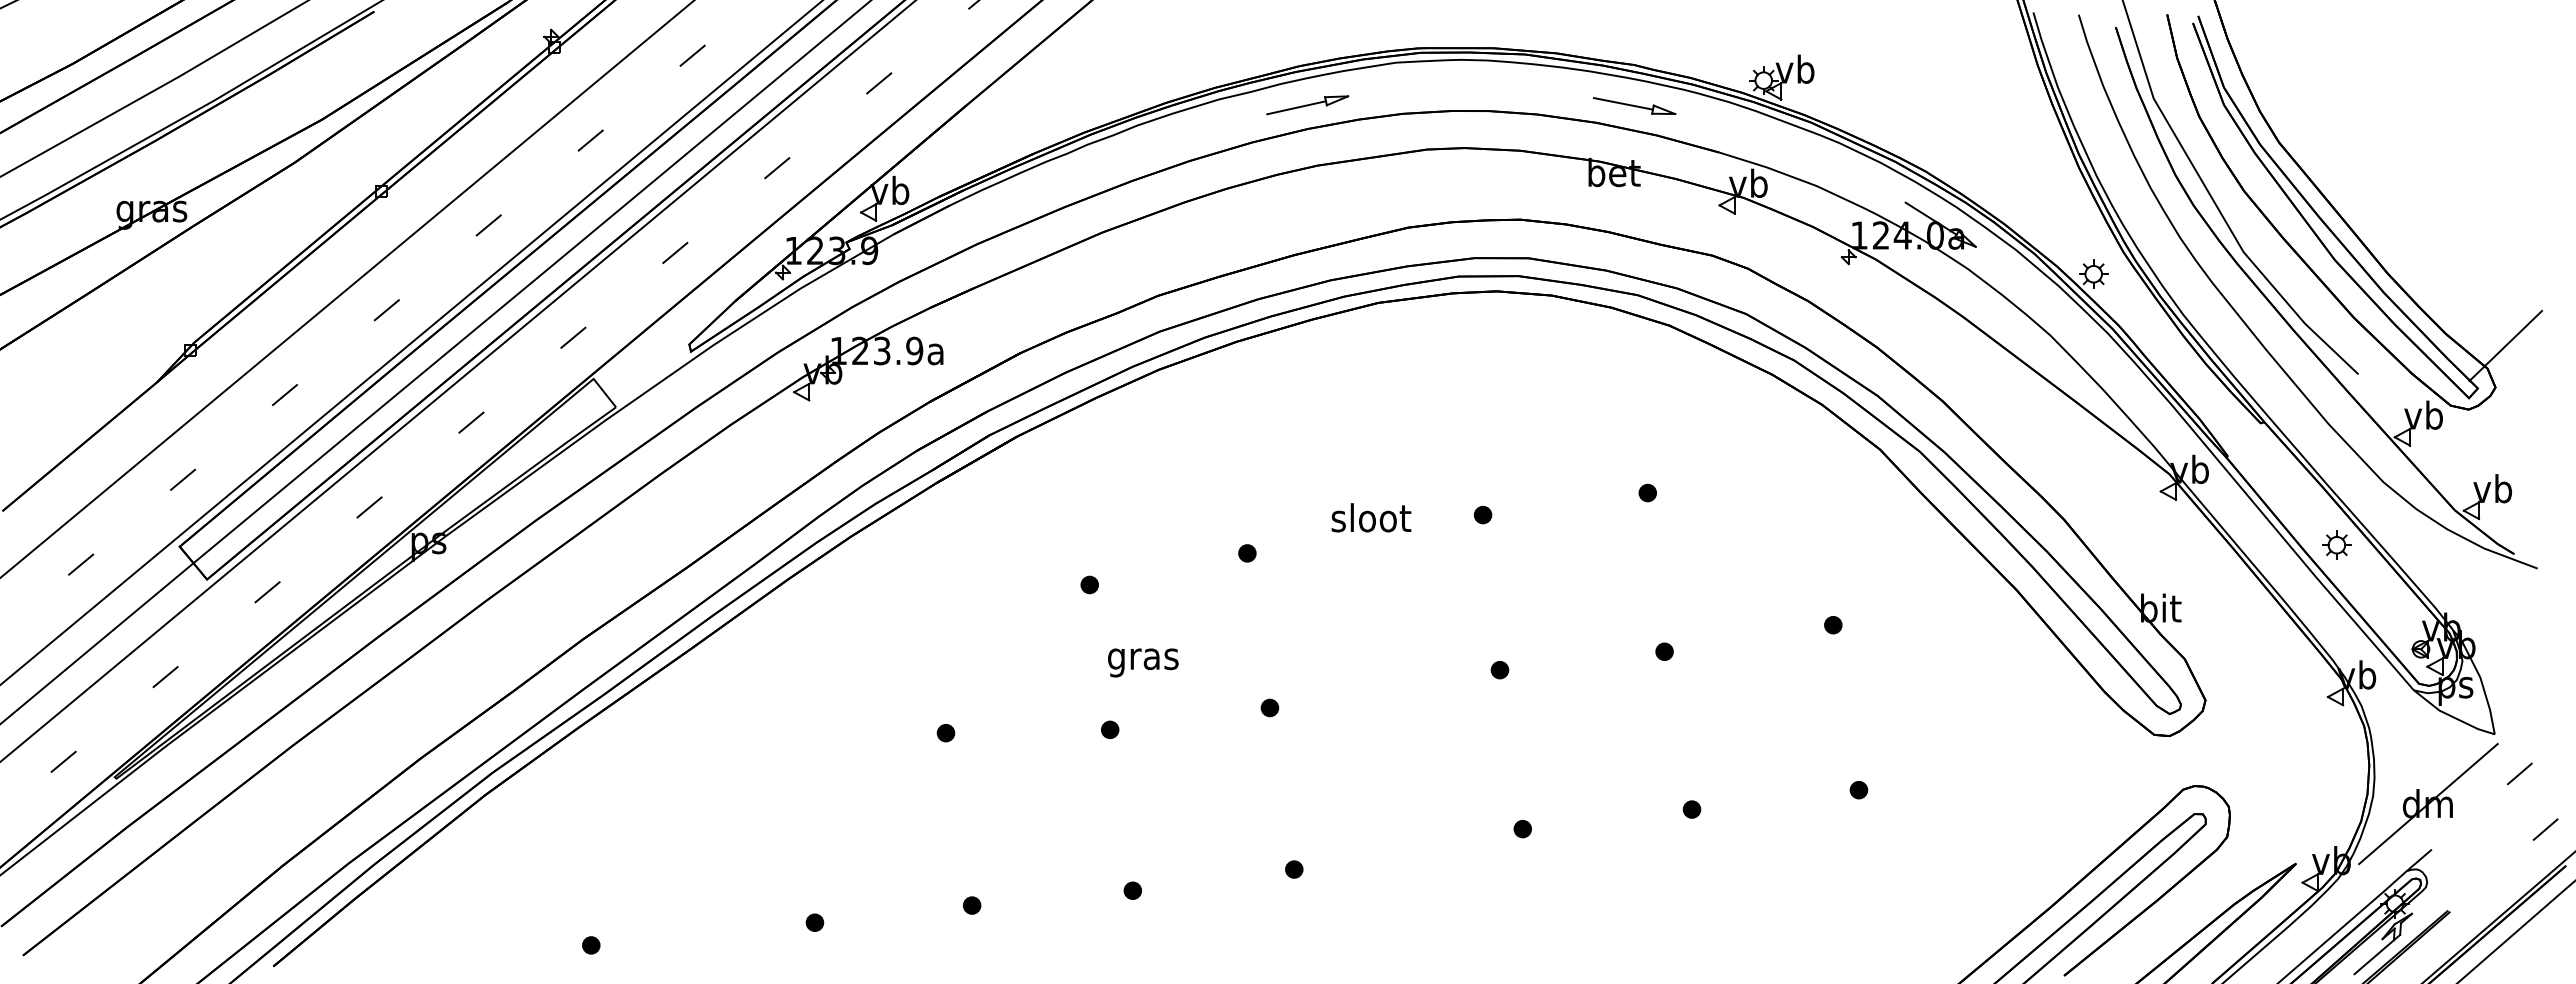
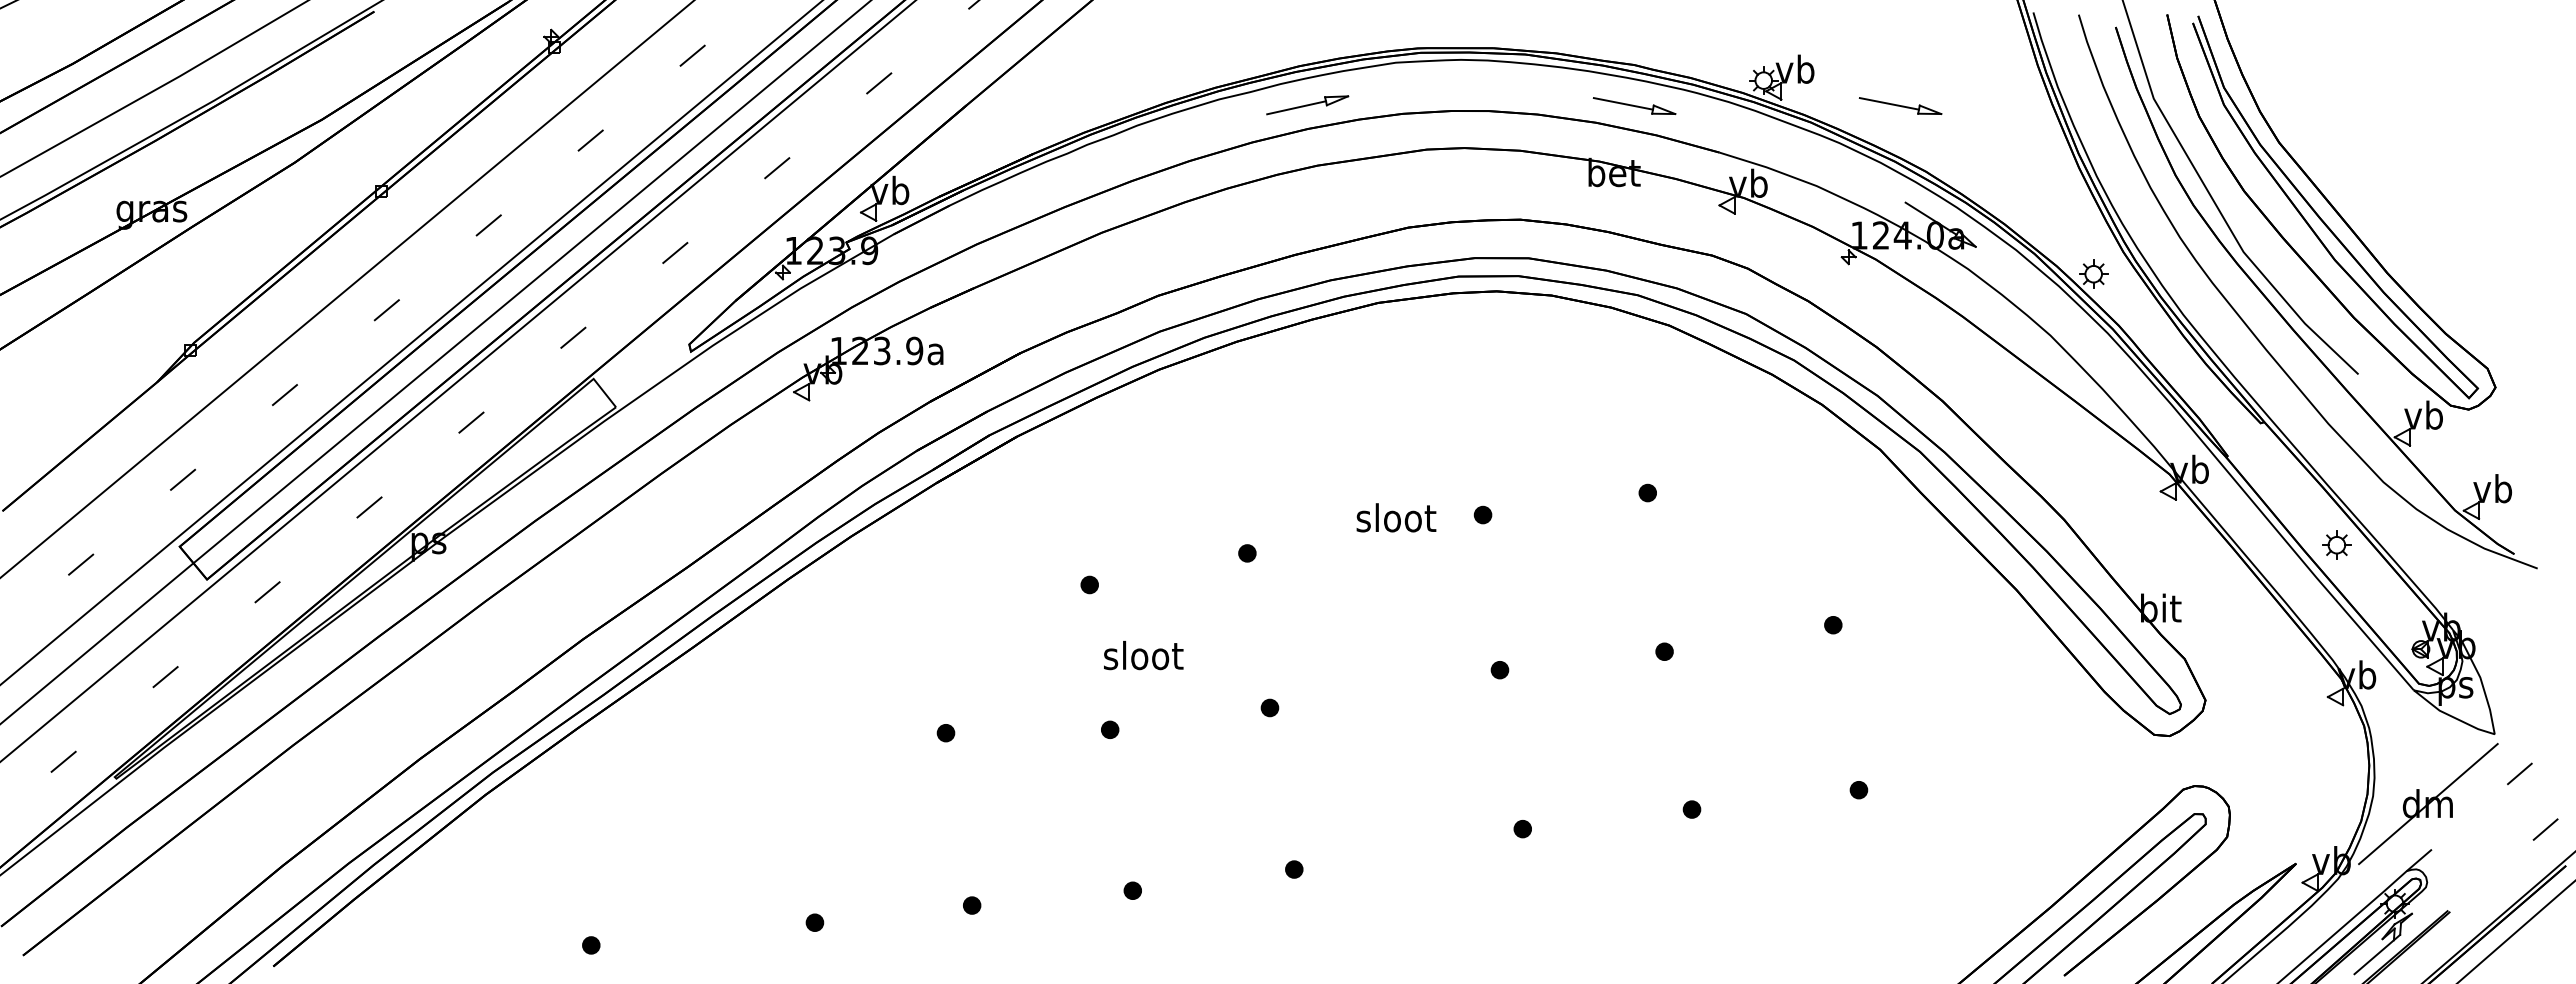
part at (1900, 105): none -> present
line at (2505, 345): present -> none
text at (1371, 517) position: (1371, 517) -> (1396, 517)
text at (1143, 658): gras -> sloot
